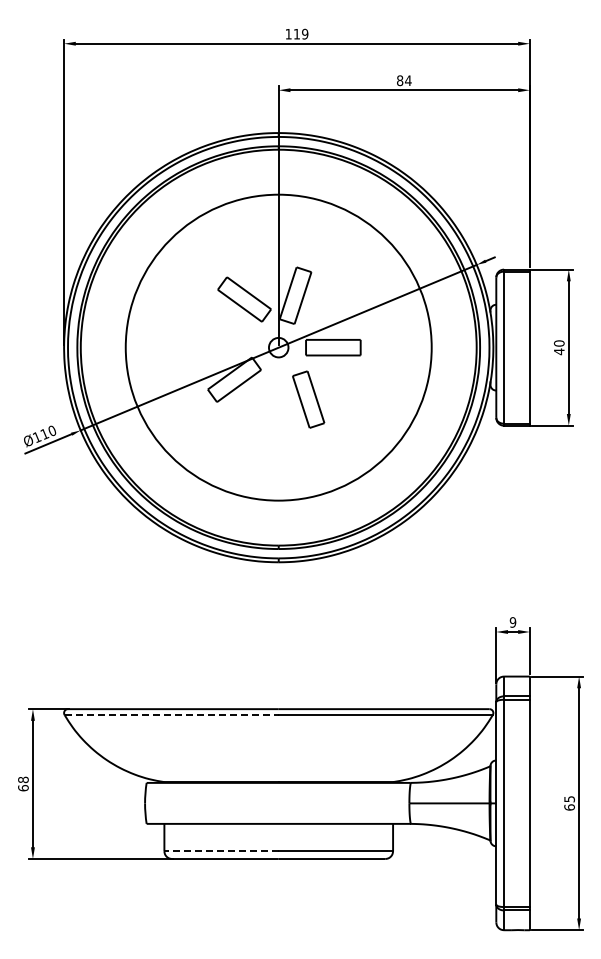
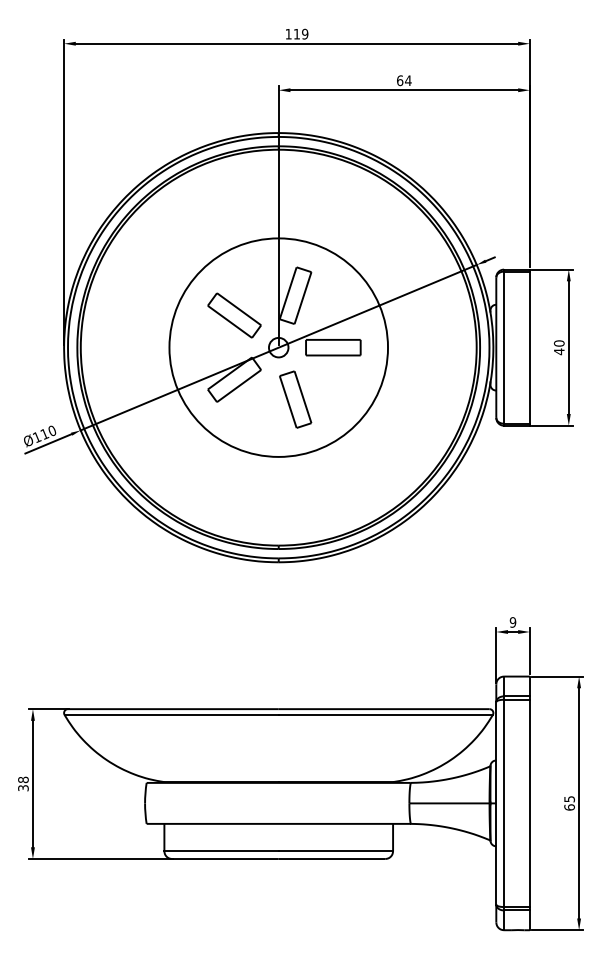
text at (400, 80): 84 -> 64
part at (244, 299) position: (244, 299) -> (234, 315)
circle at (278, 347) diameter: 306 px -> 219 px
part at (308, 399) position: (308, 399) -> (295, 399)
line at (172, 715): dashed -> solid
text at (23, 788): 68 -> 38
line at (221, 851): dashed -> solid
